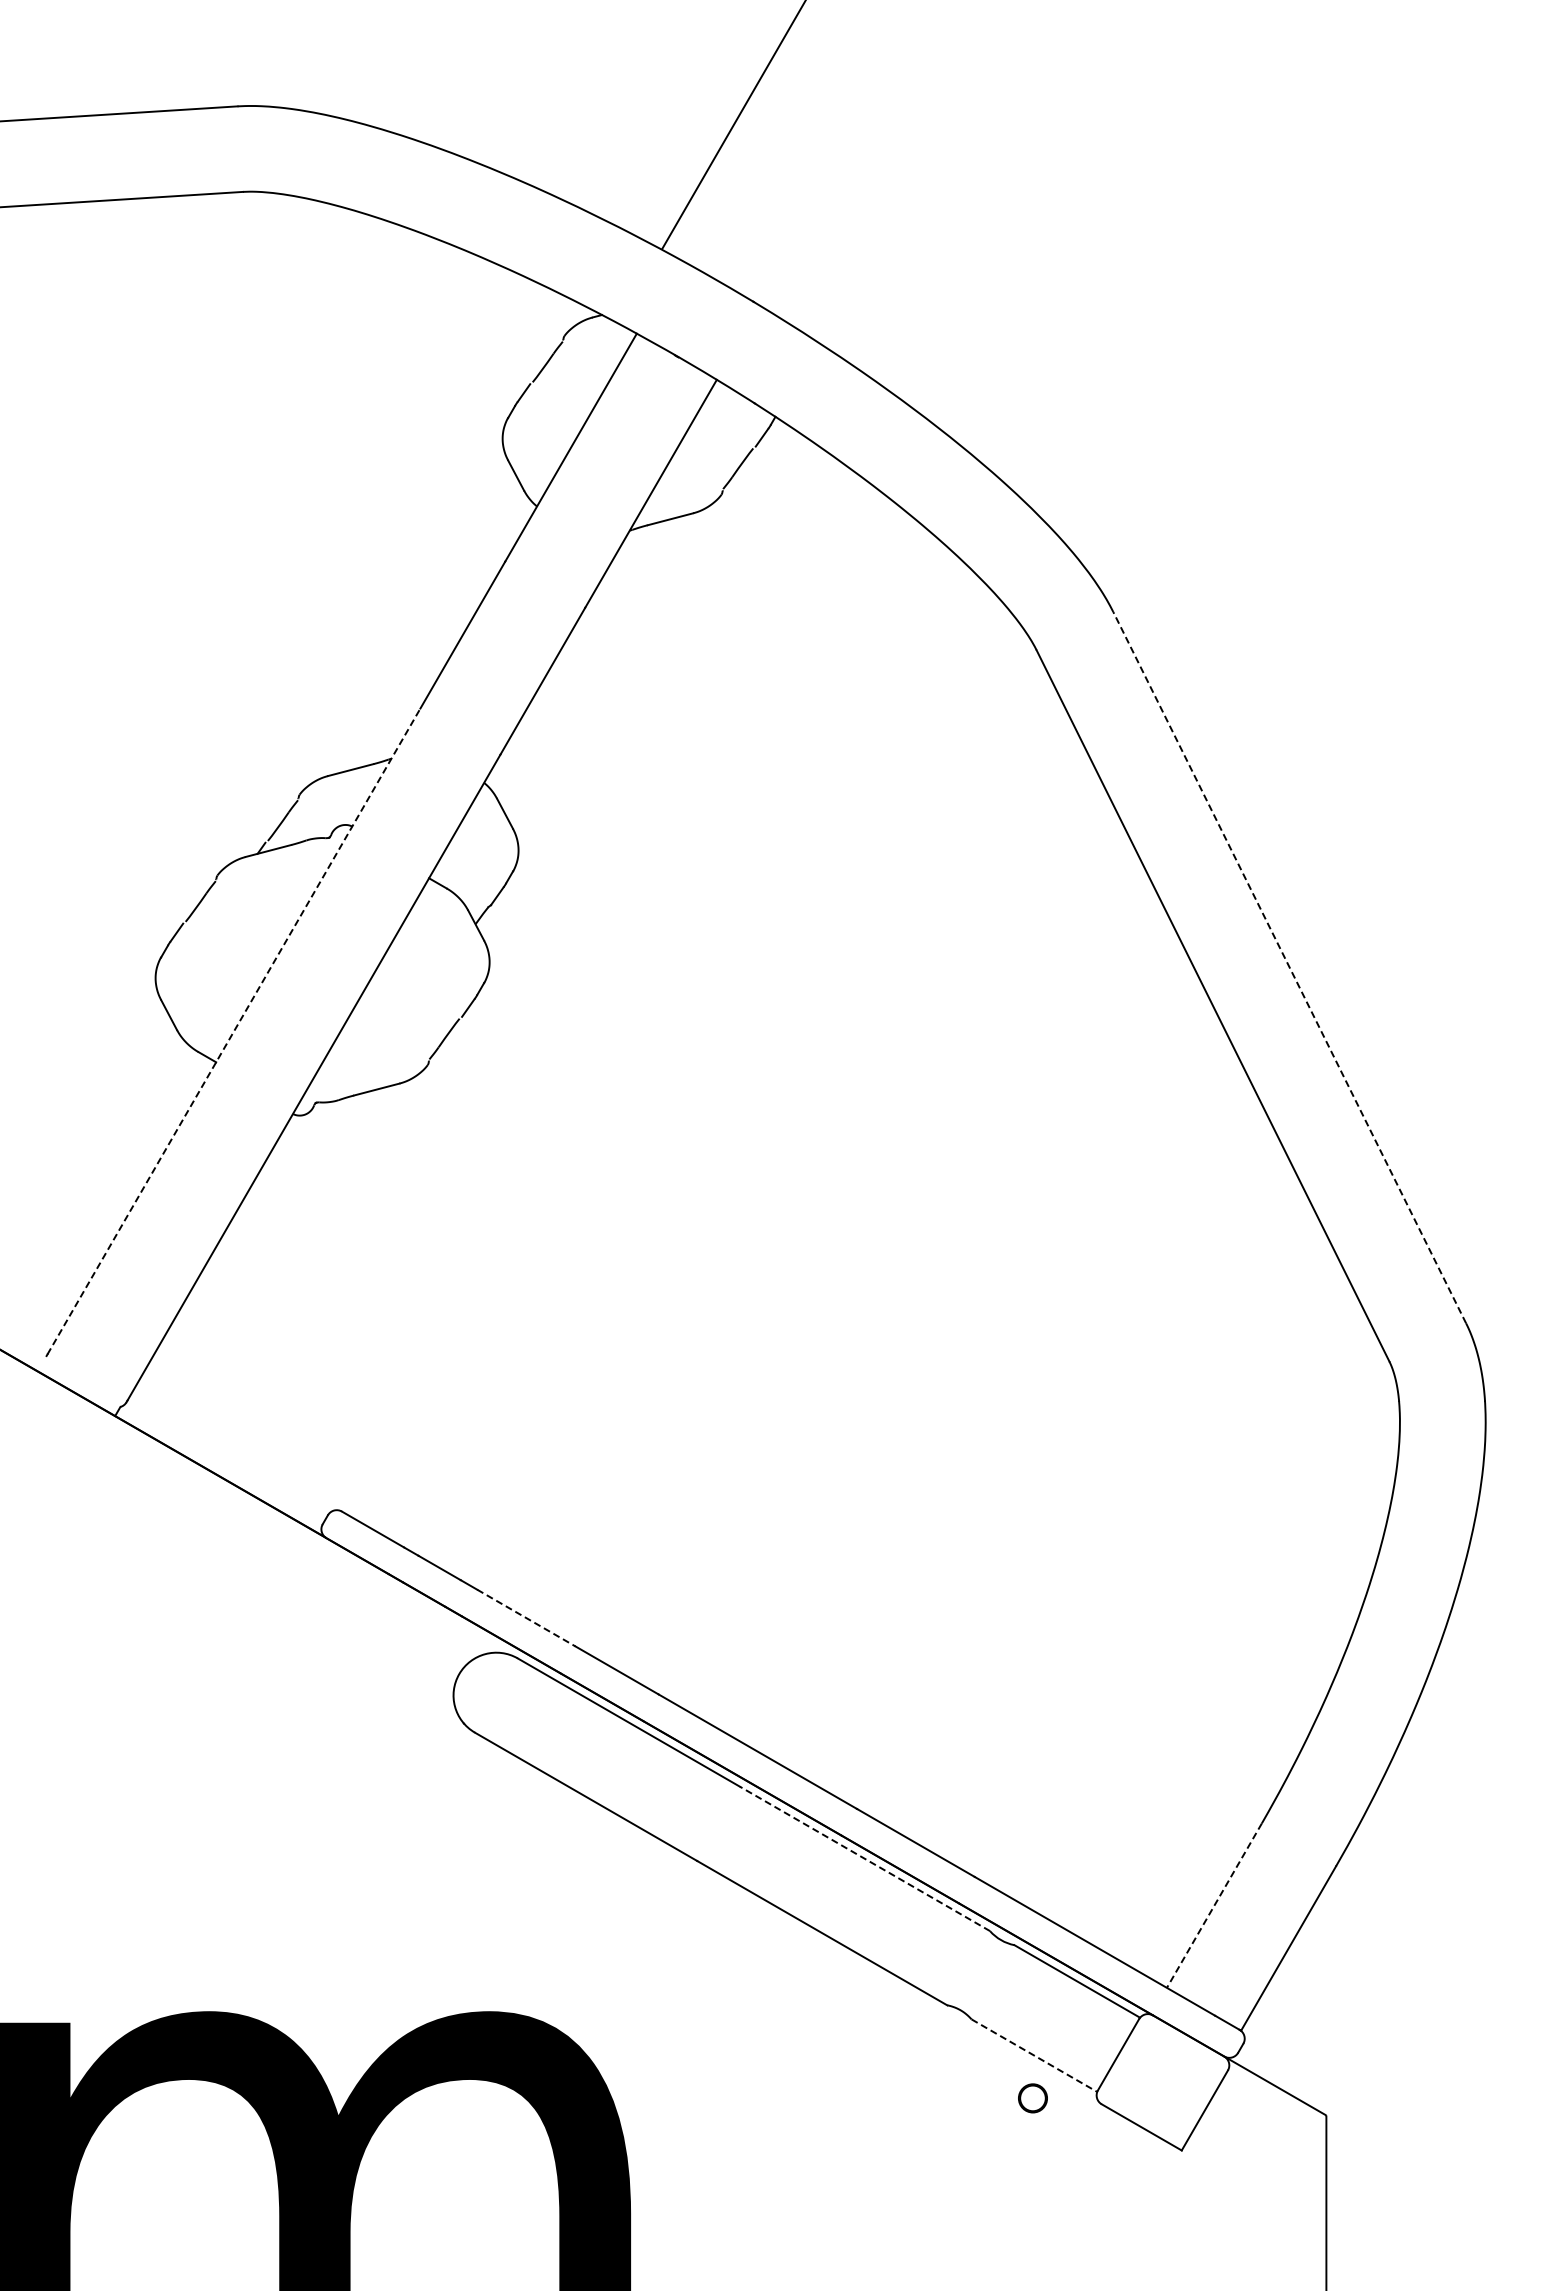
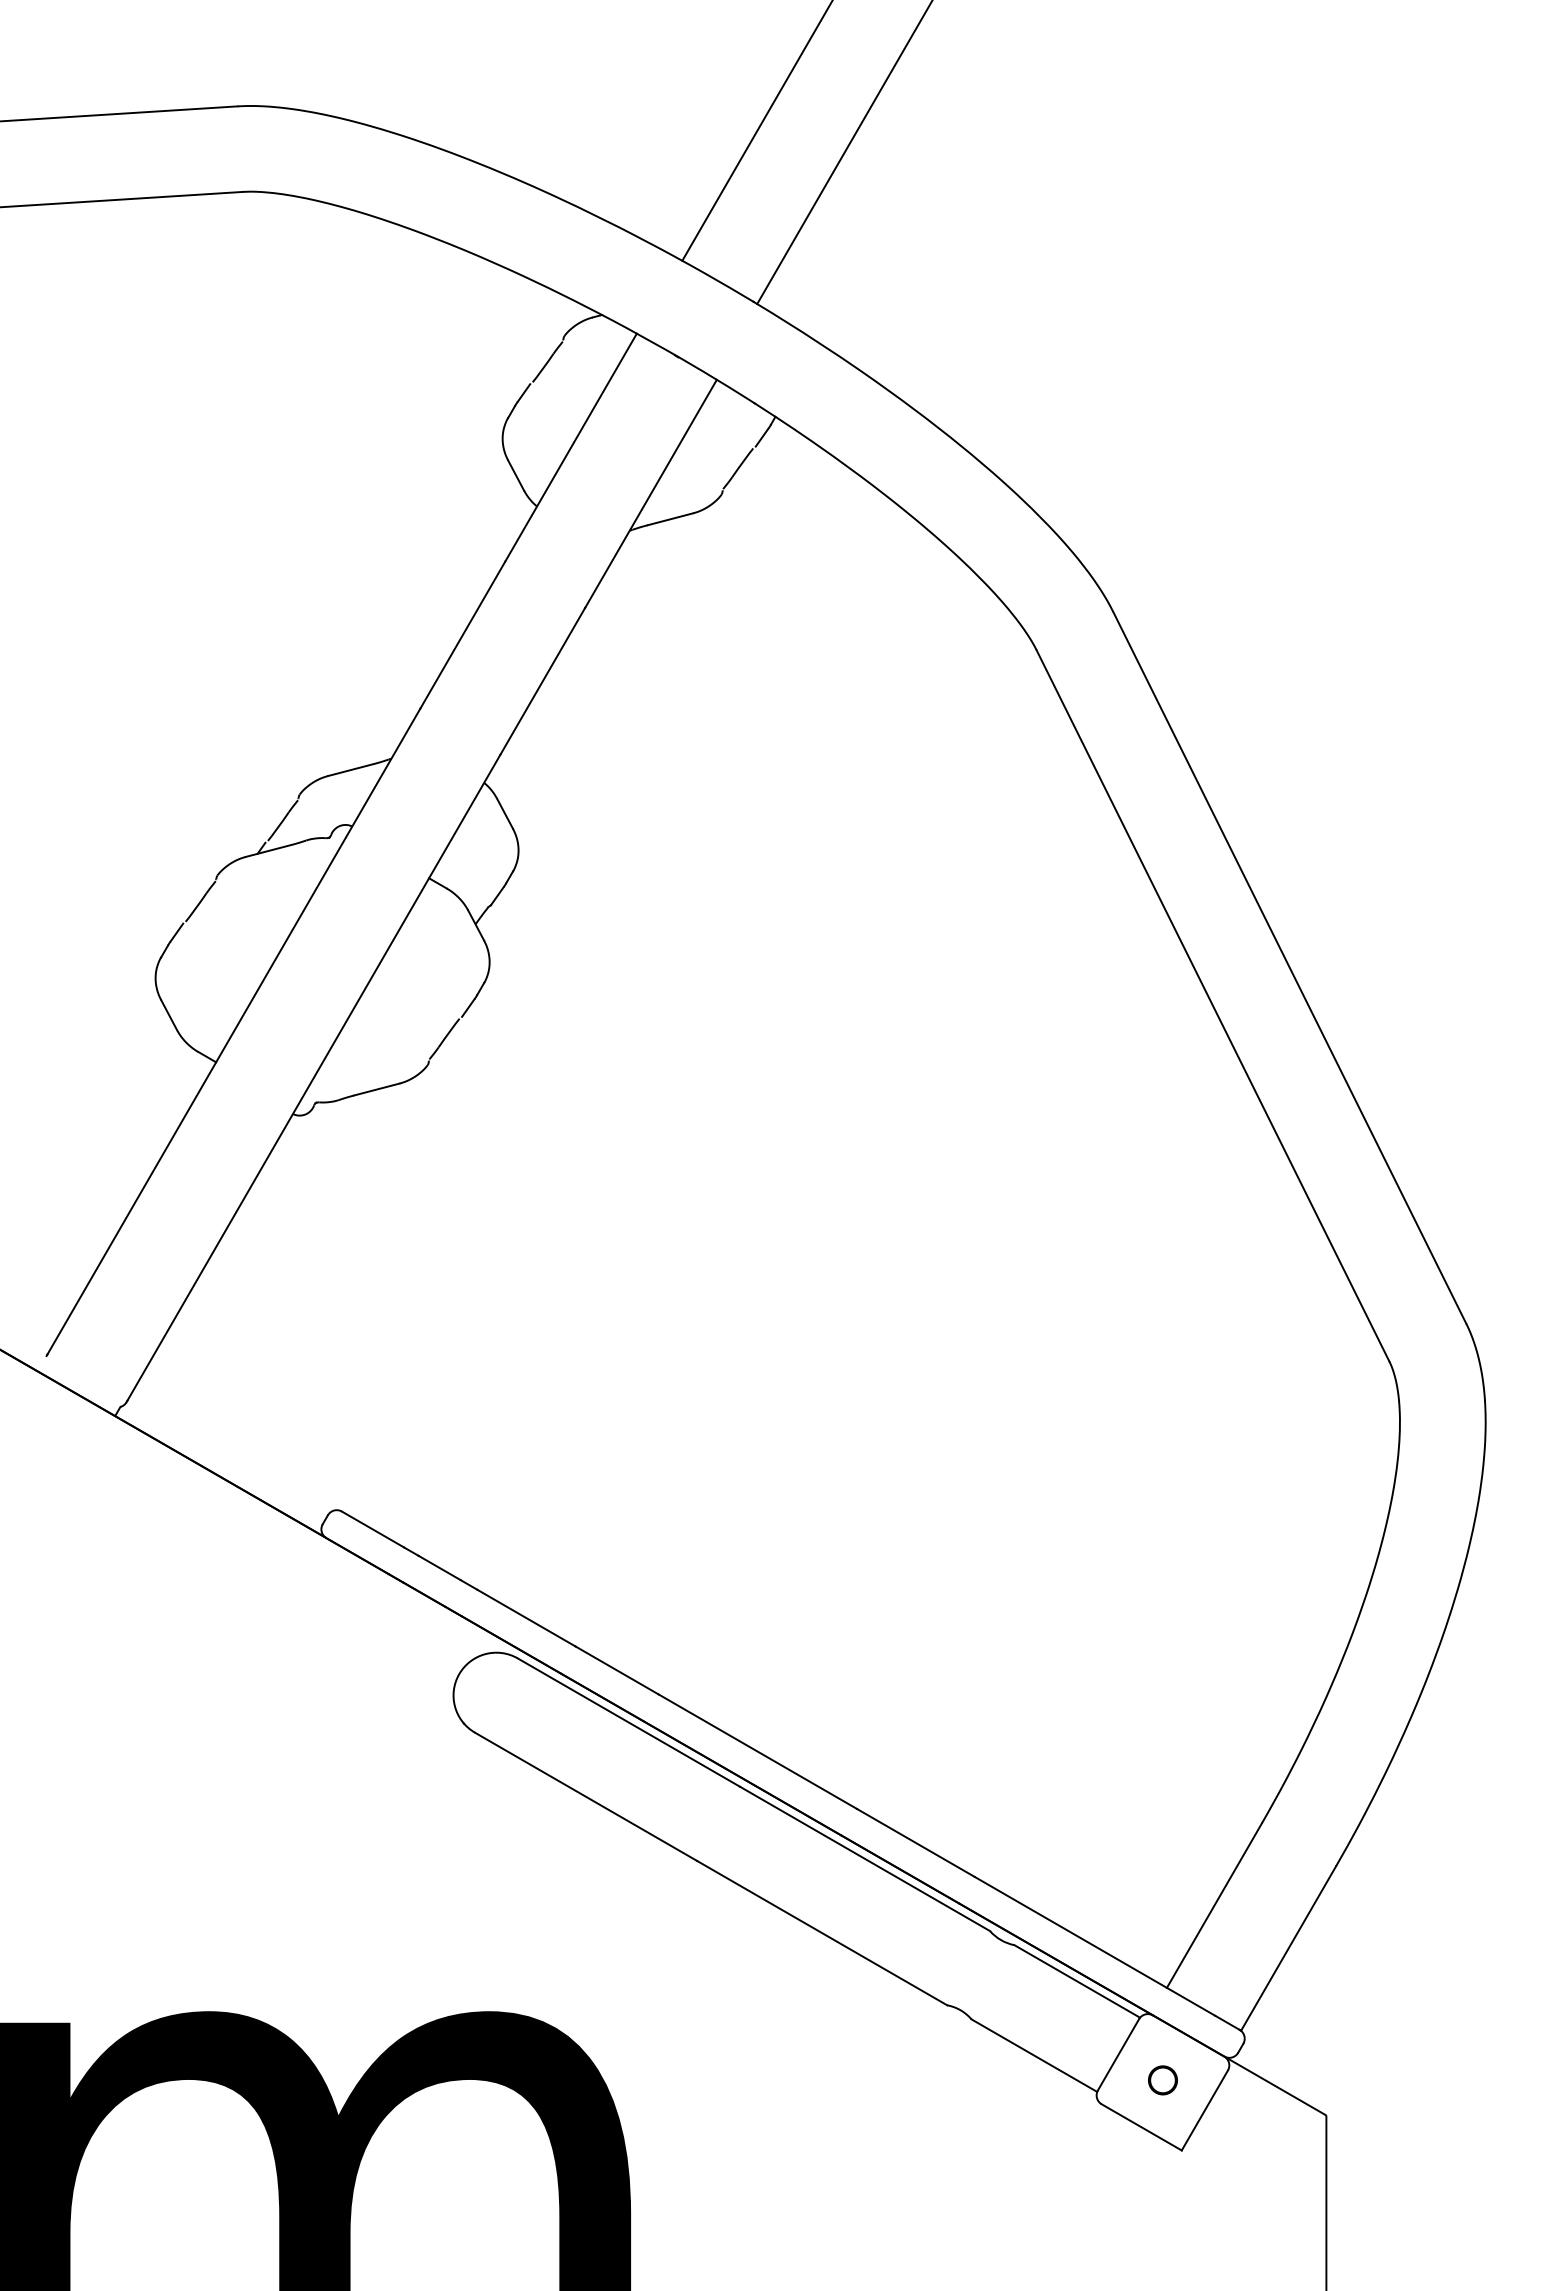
line at (733, 125) position: (733, 125) -> (756, 131)
line at (844, 153): none -> present
line at (1289, 967): dashed -> solid
line at (233, 1031): dashed -> solid
line at (526, 1618): dashed -> solid
line at (864, 1858): dashed -> solid
line at (1214, 1905): dashed -> solid
line at (1034, 2055): dashed -> solid
circle at (1032, 2098) position: (1032, 2098) -> (1162, 2080)
